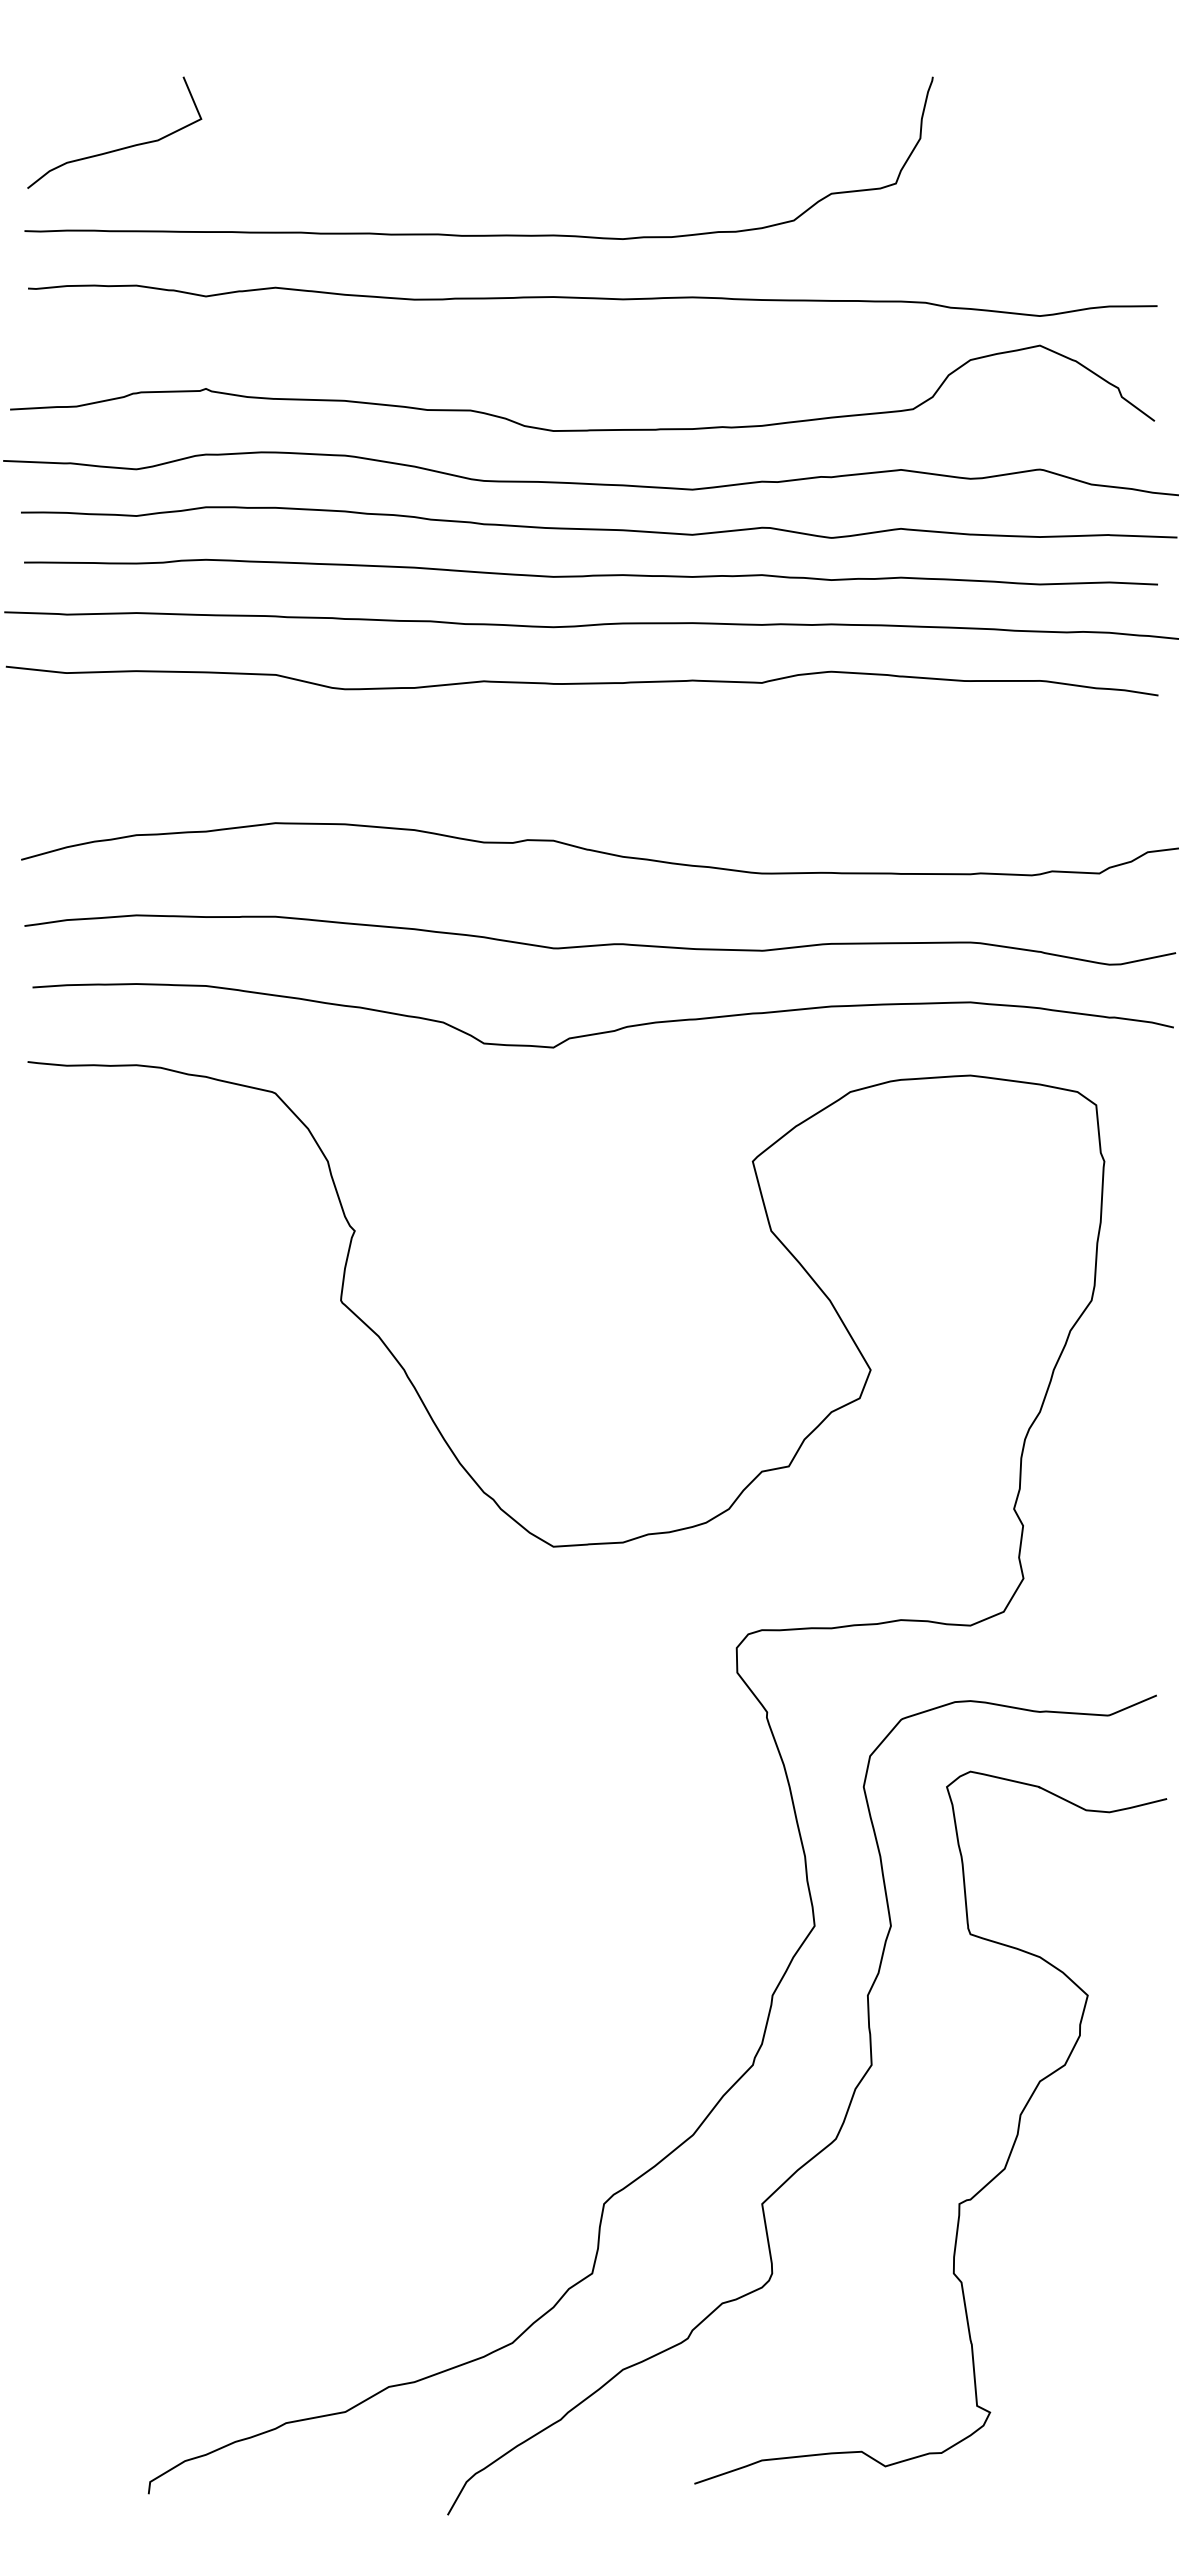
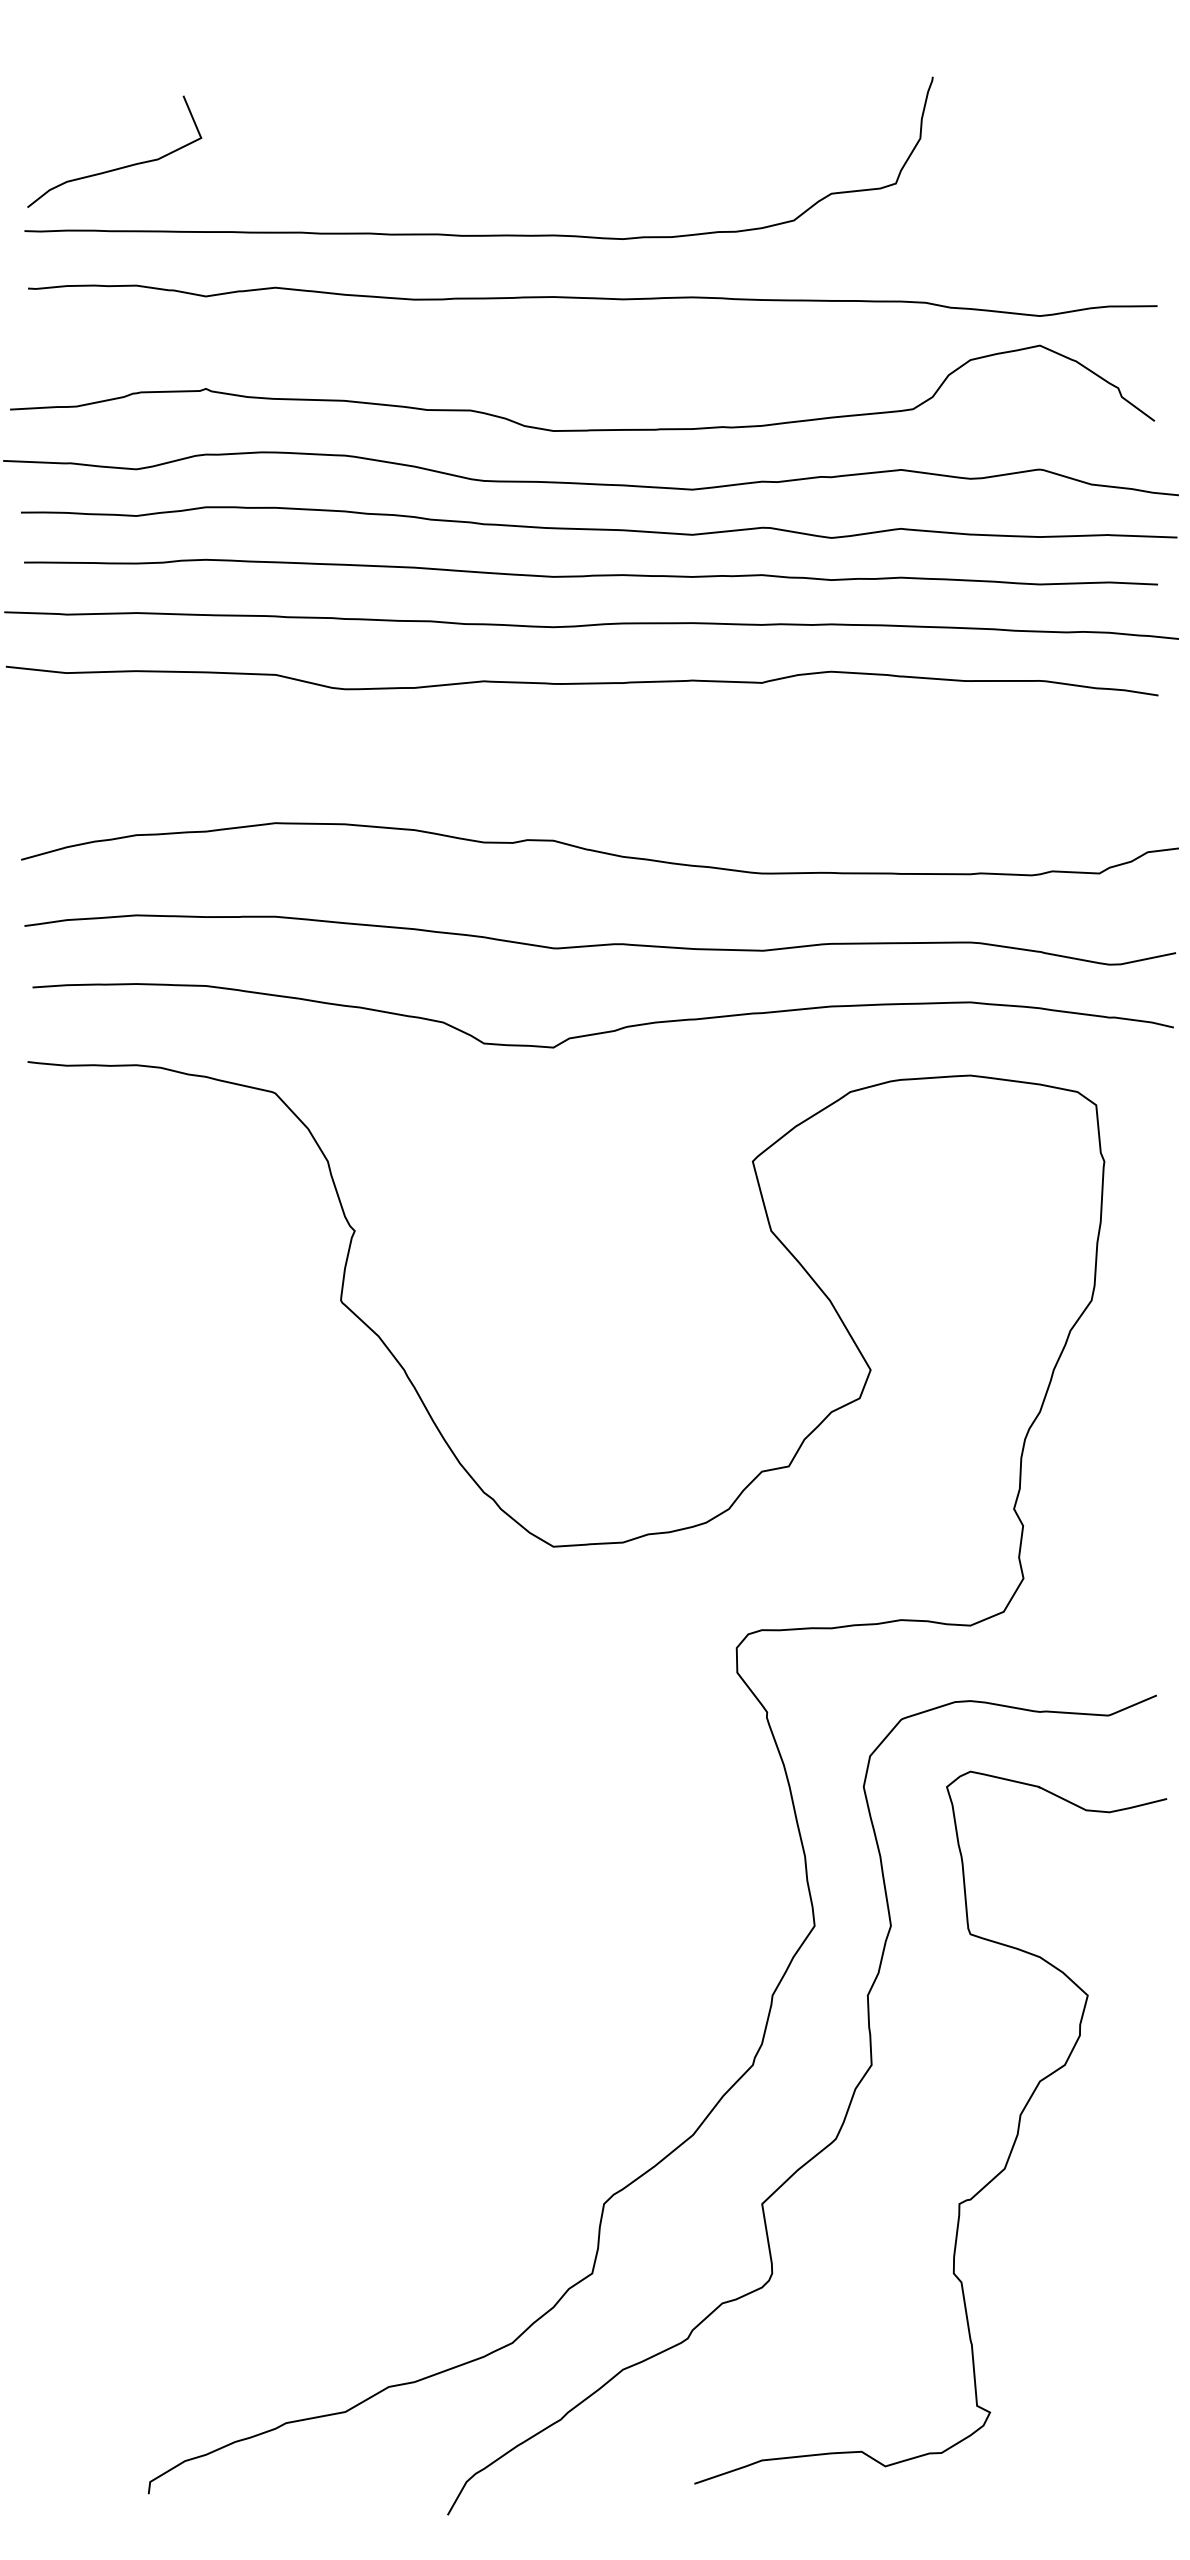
curve at (119, 148) position: (119, 148) -> (119, 167)
